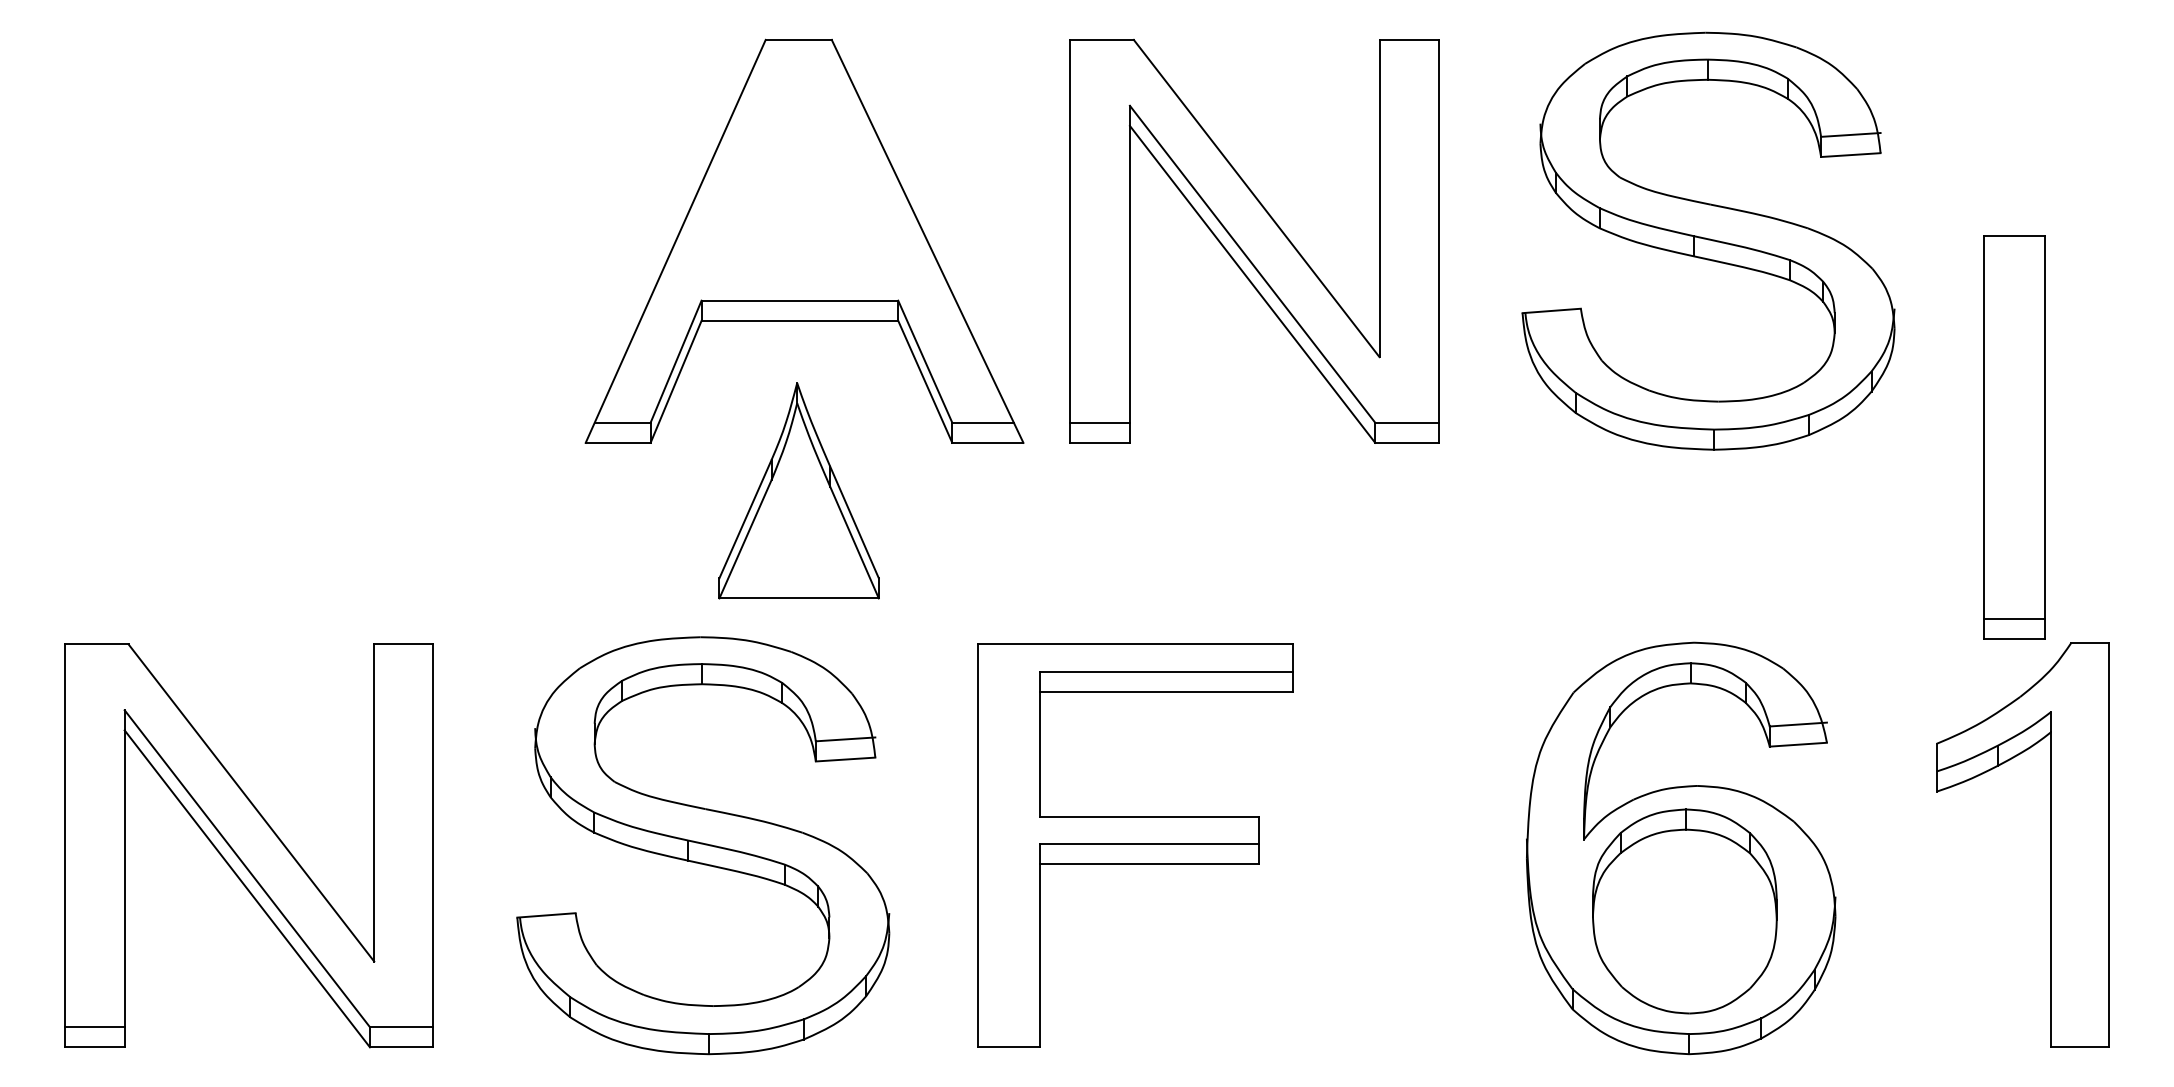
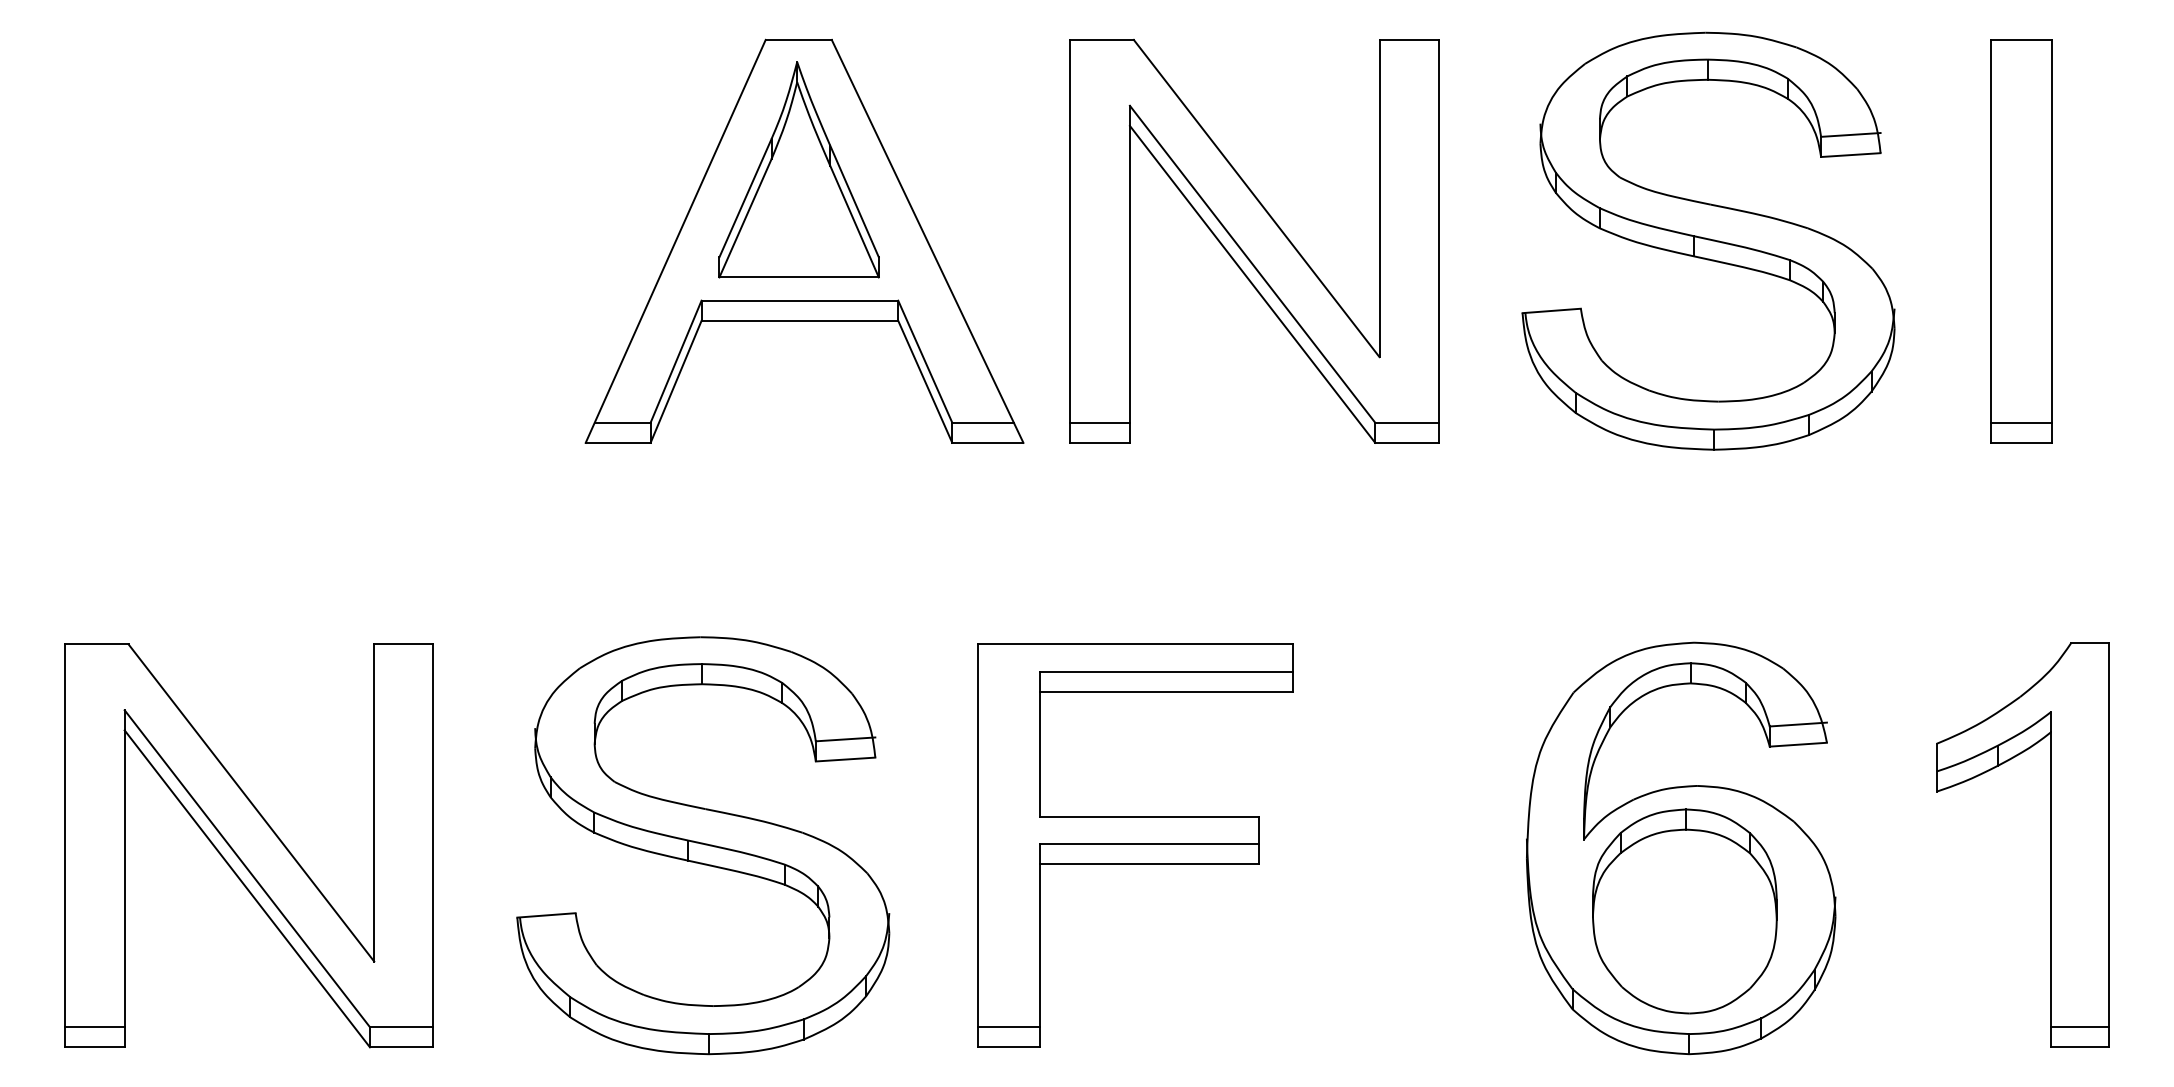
part at (2014, 437) position: (2014, 437) -> (2021, 241)
part at (798, 490) position: (798, 490) -> (798, 169)
line at (1008, 1027): none -> present
line at (2079, 1027): none -> present
